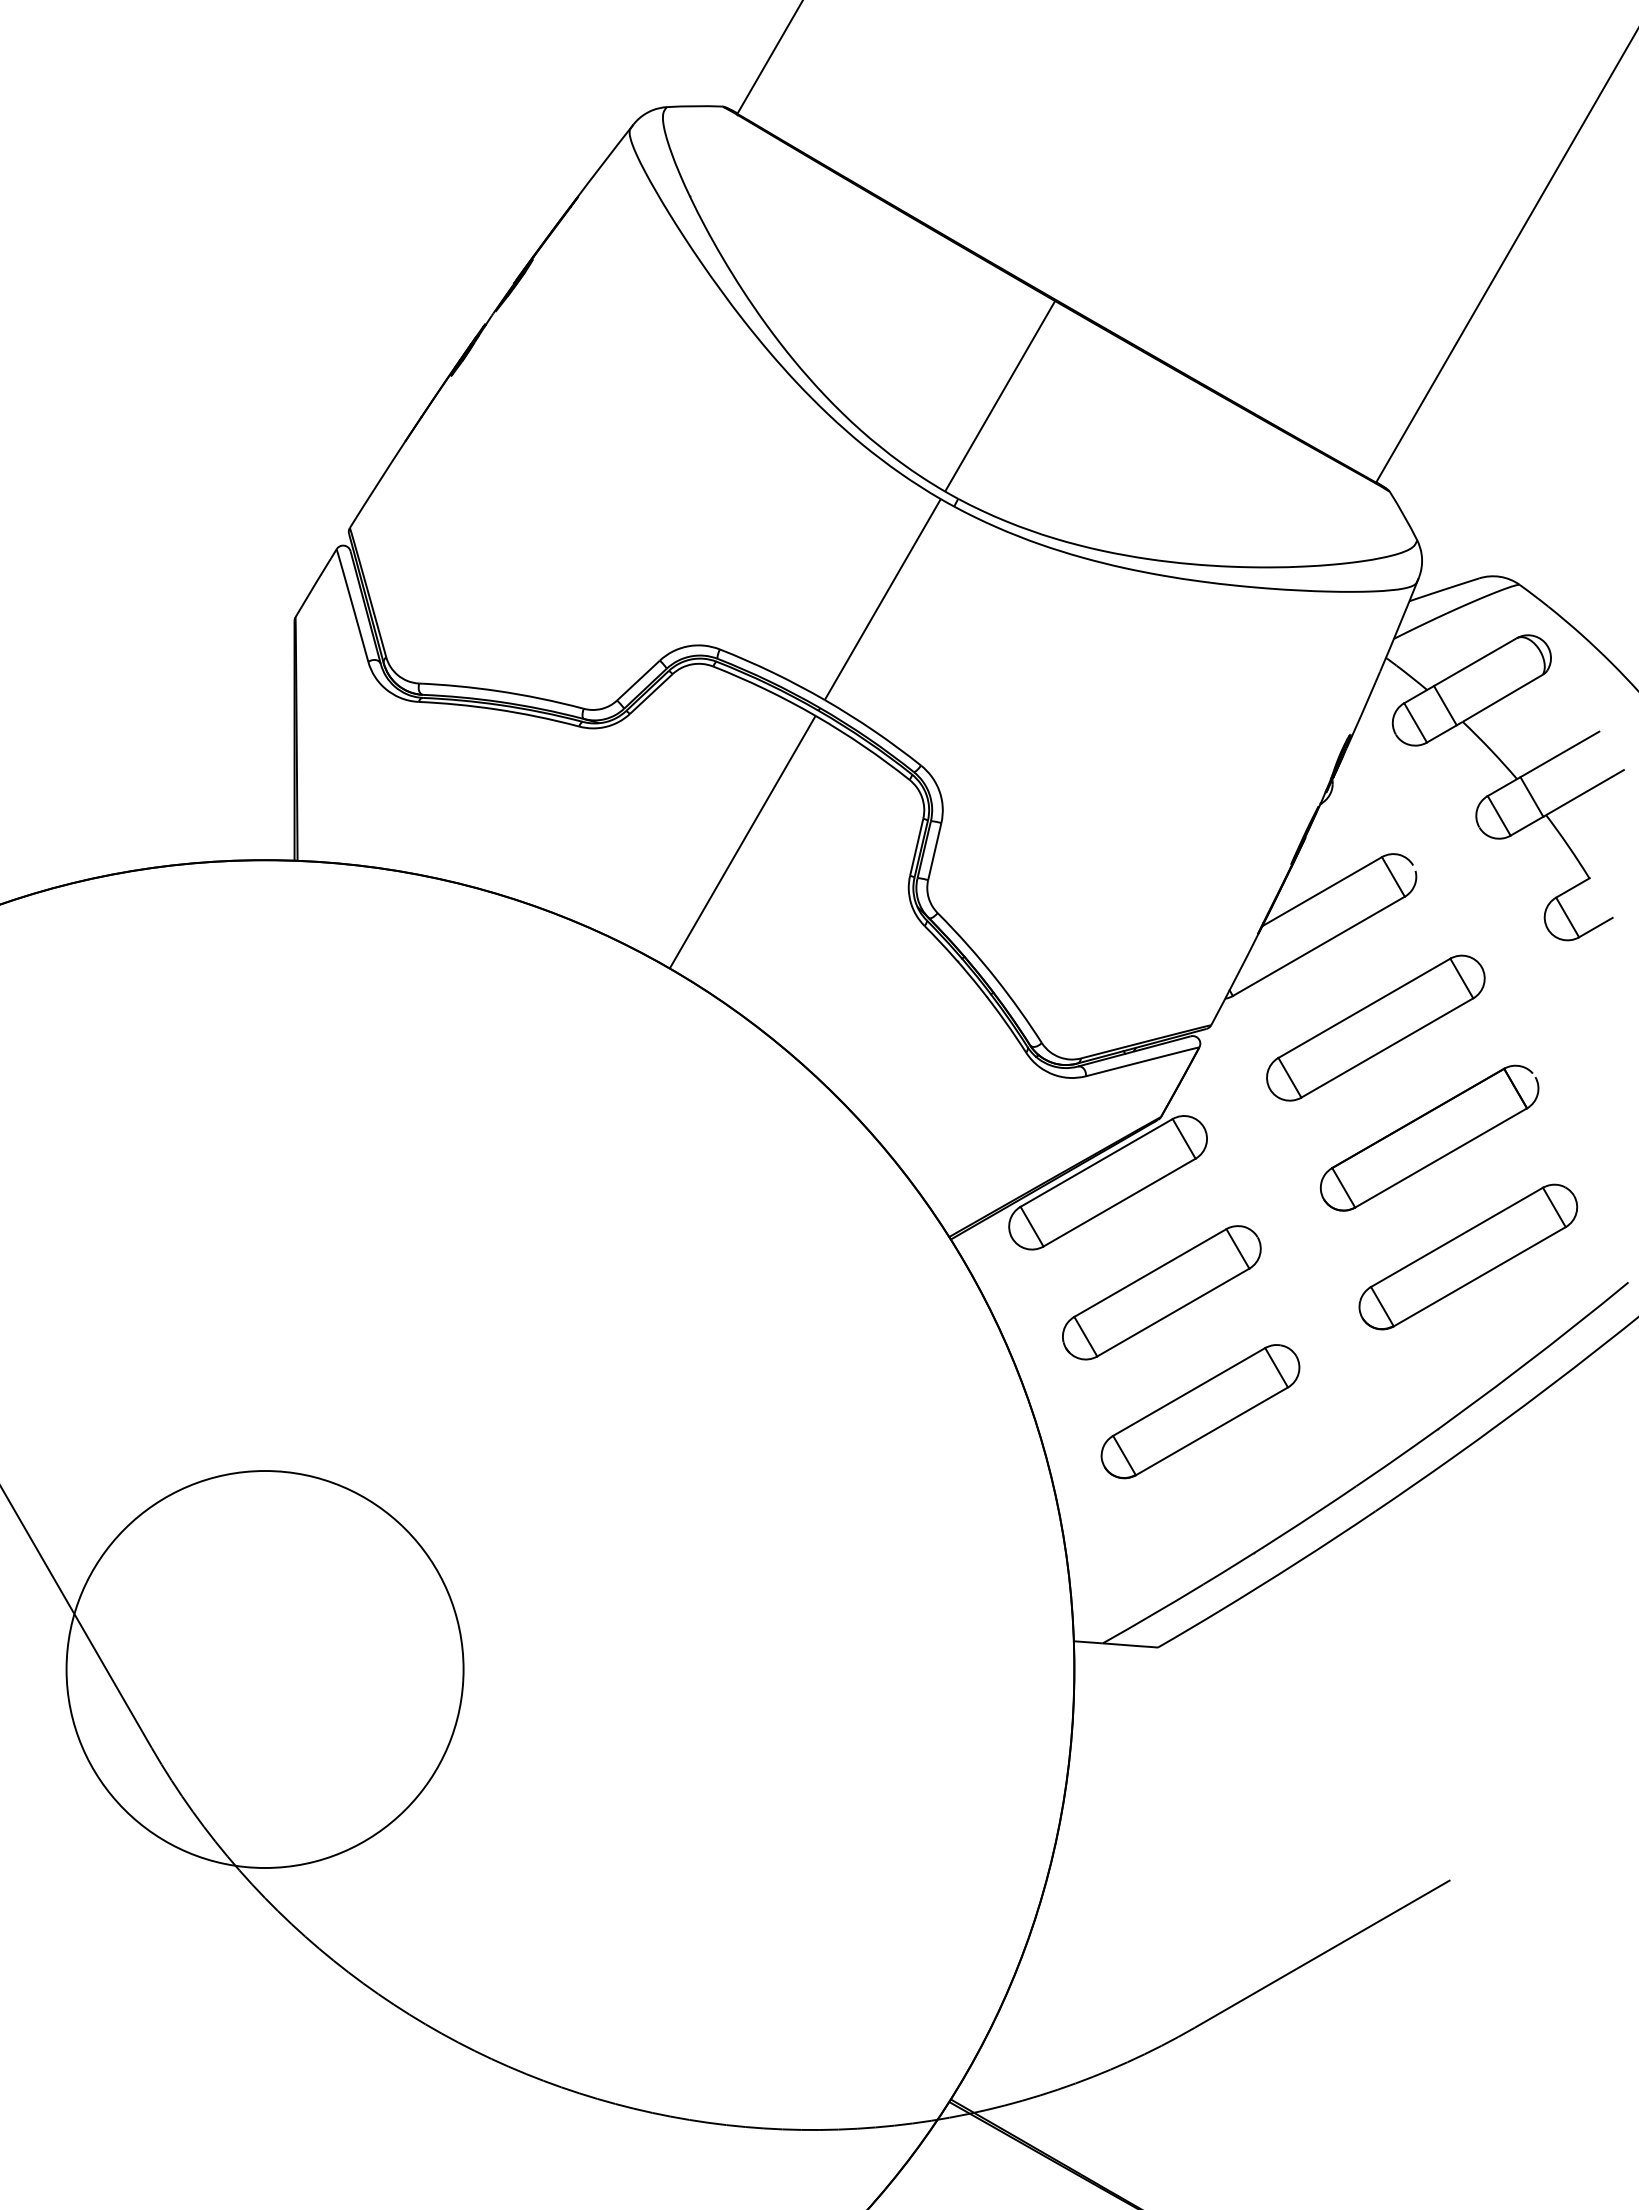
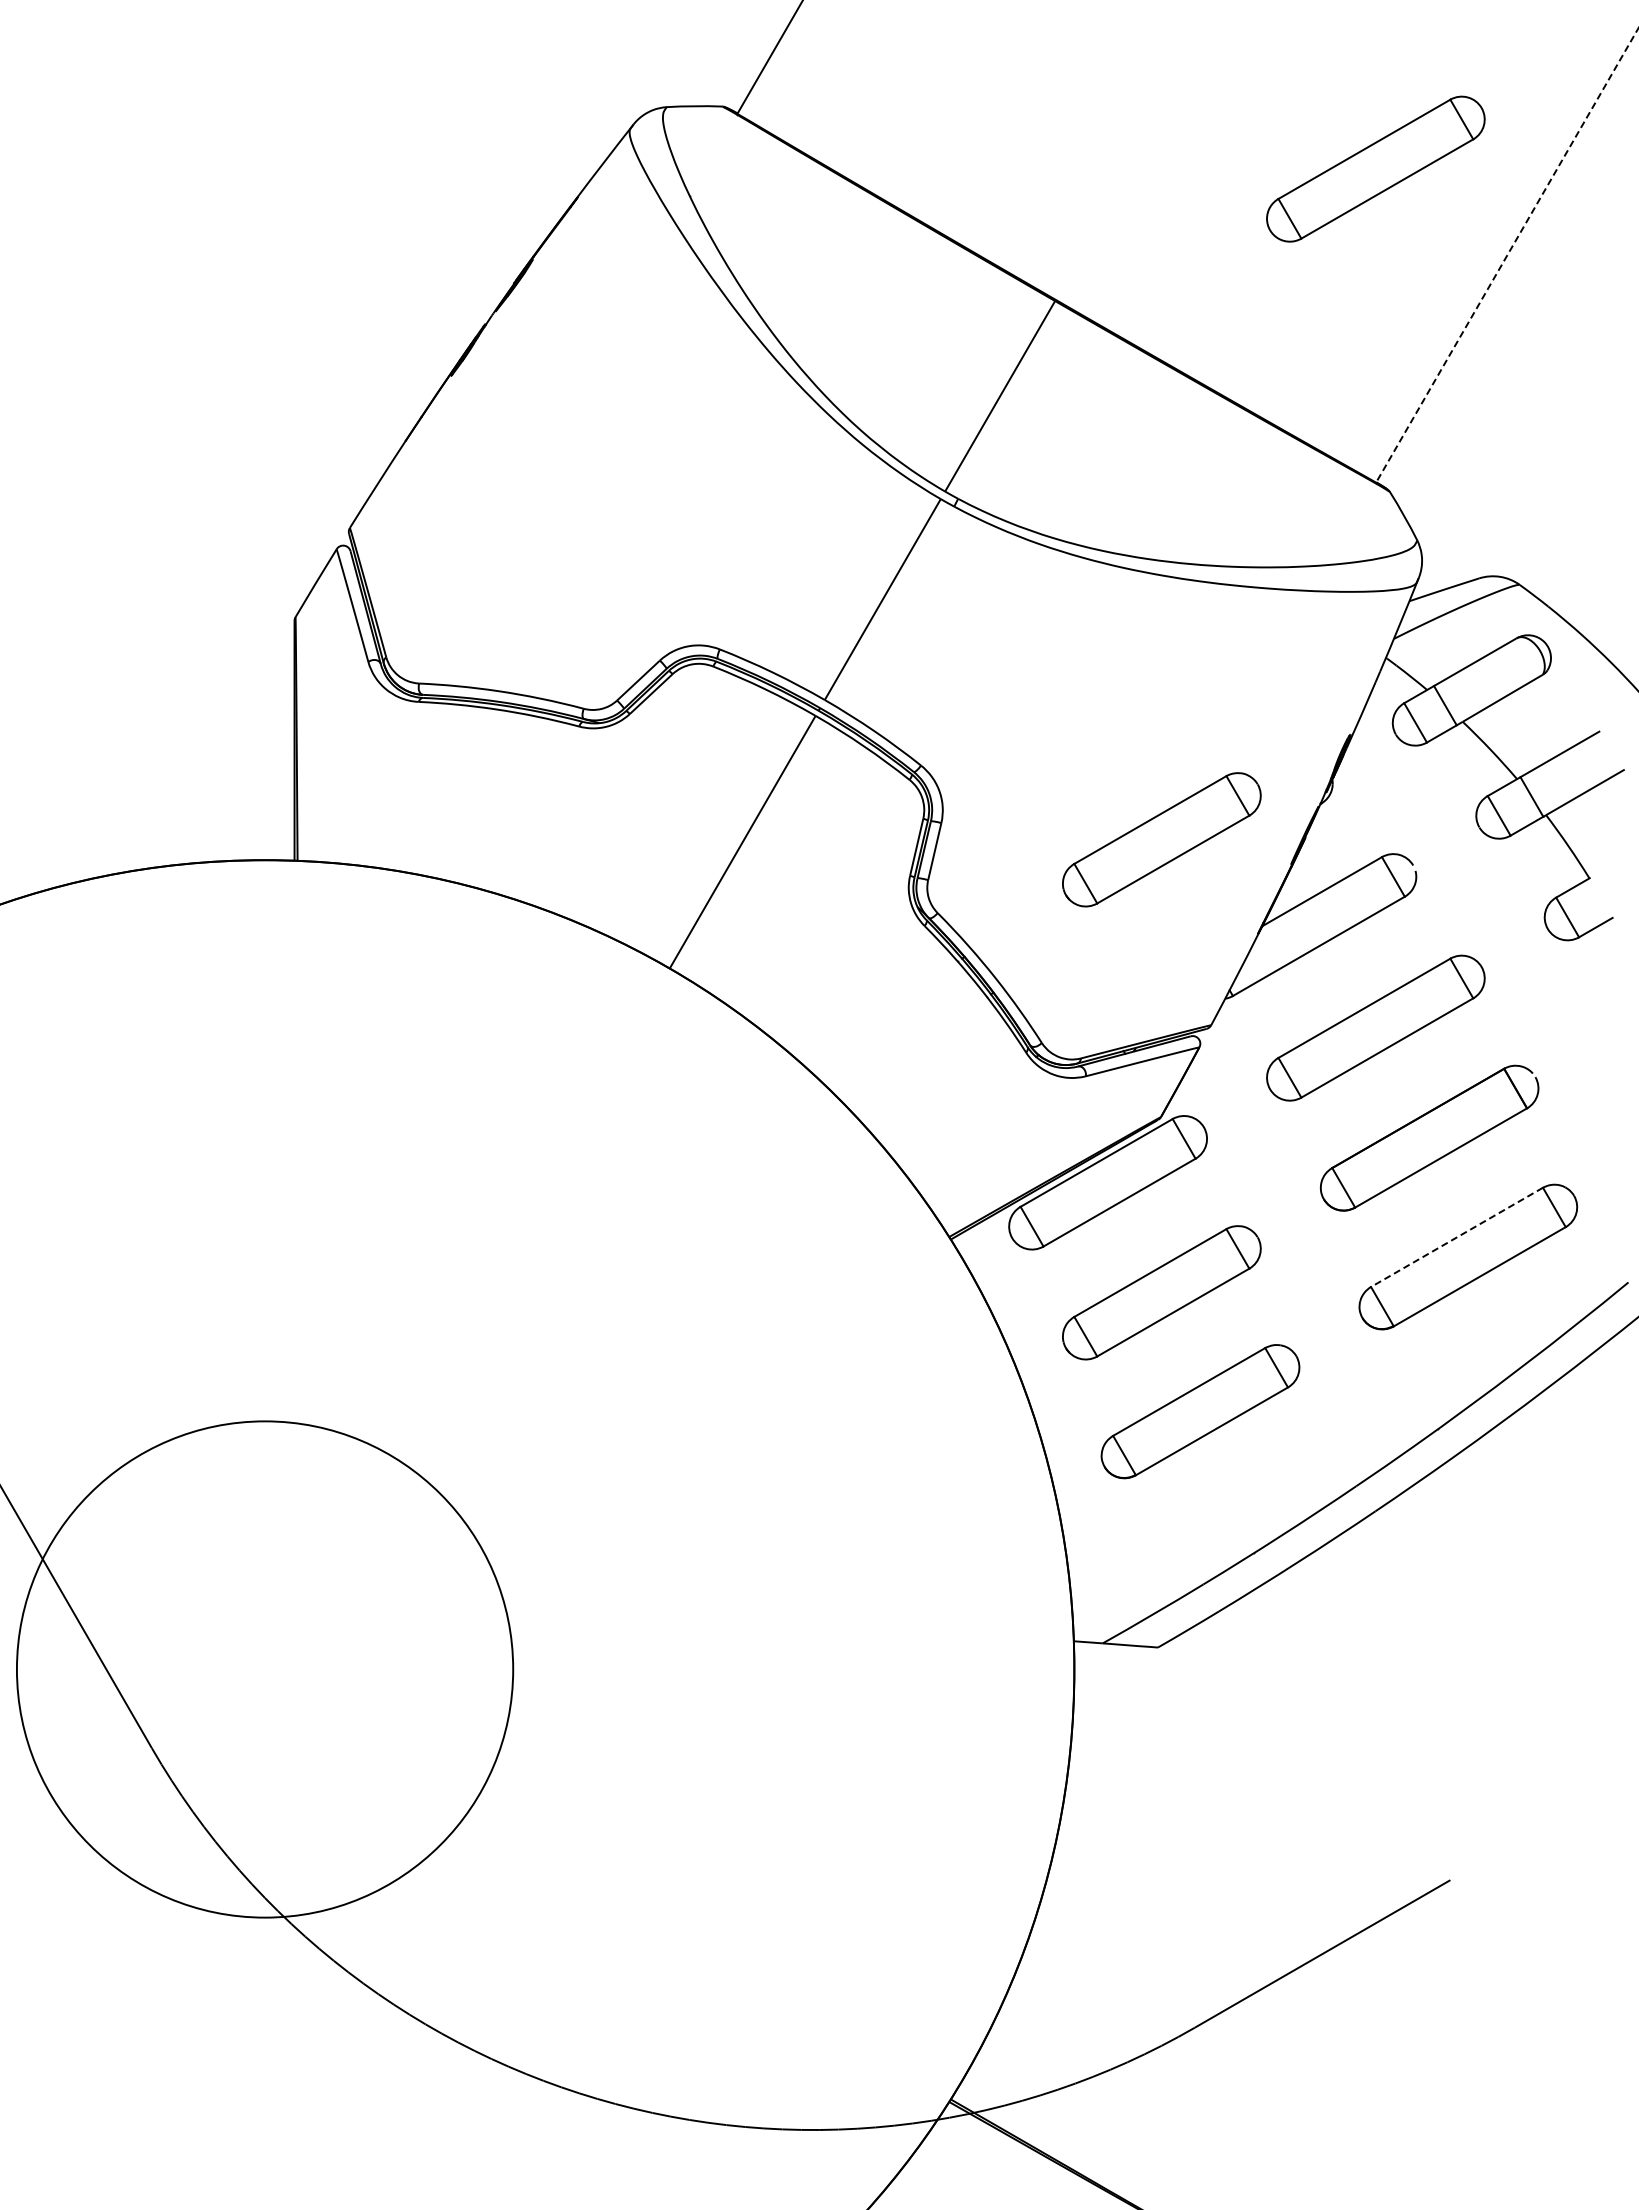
part at (1375, 168): none -> present
line at (1507, 255): solid -> dashed
part at (1161, 839): none -> present
line at (1456, 1237): solid -> dashed
circle at (264, 1669) diameter: 397 px -> 496 px
